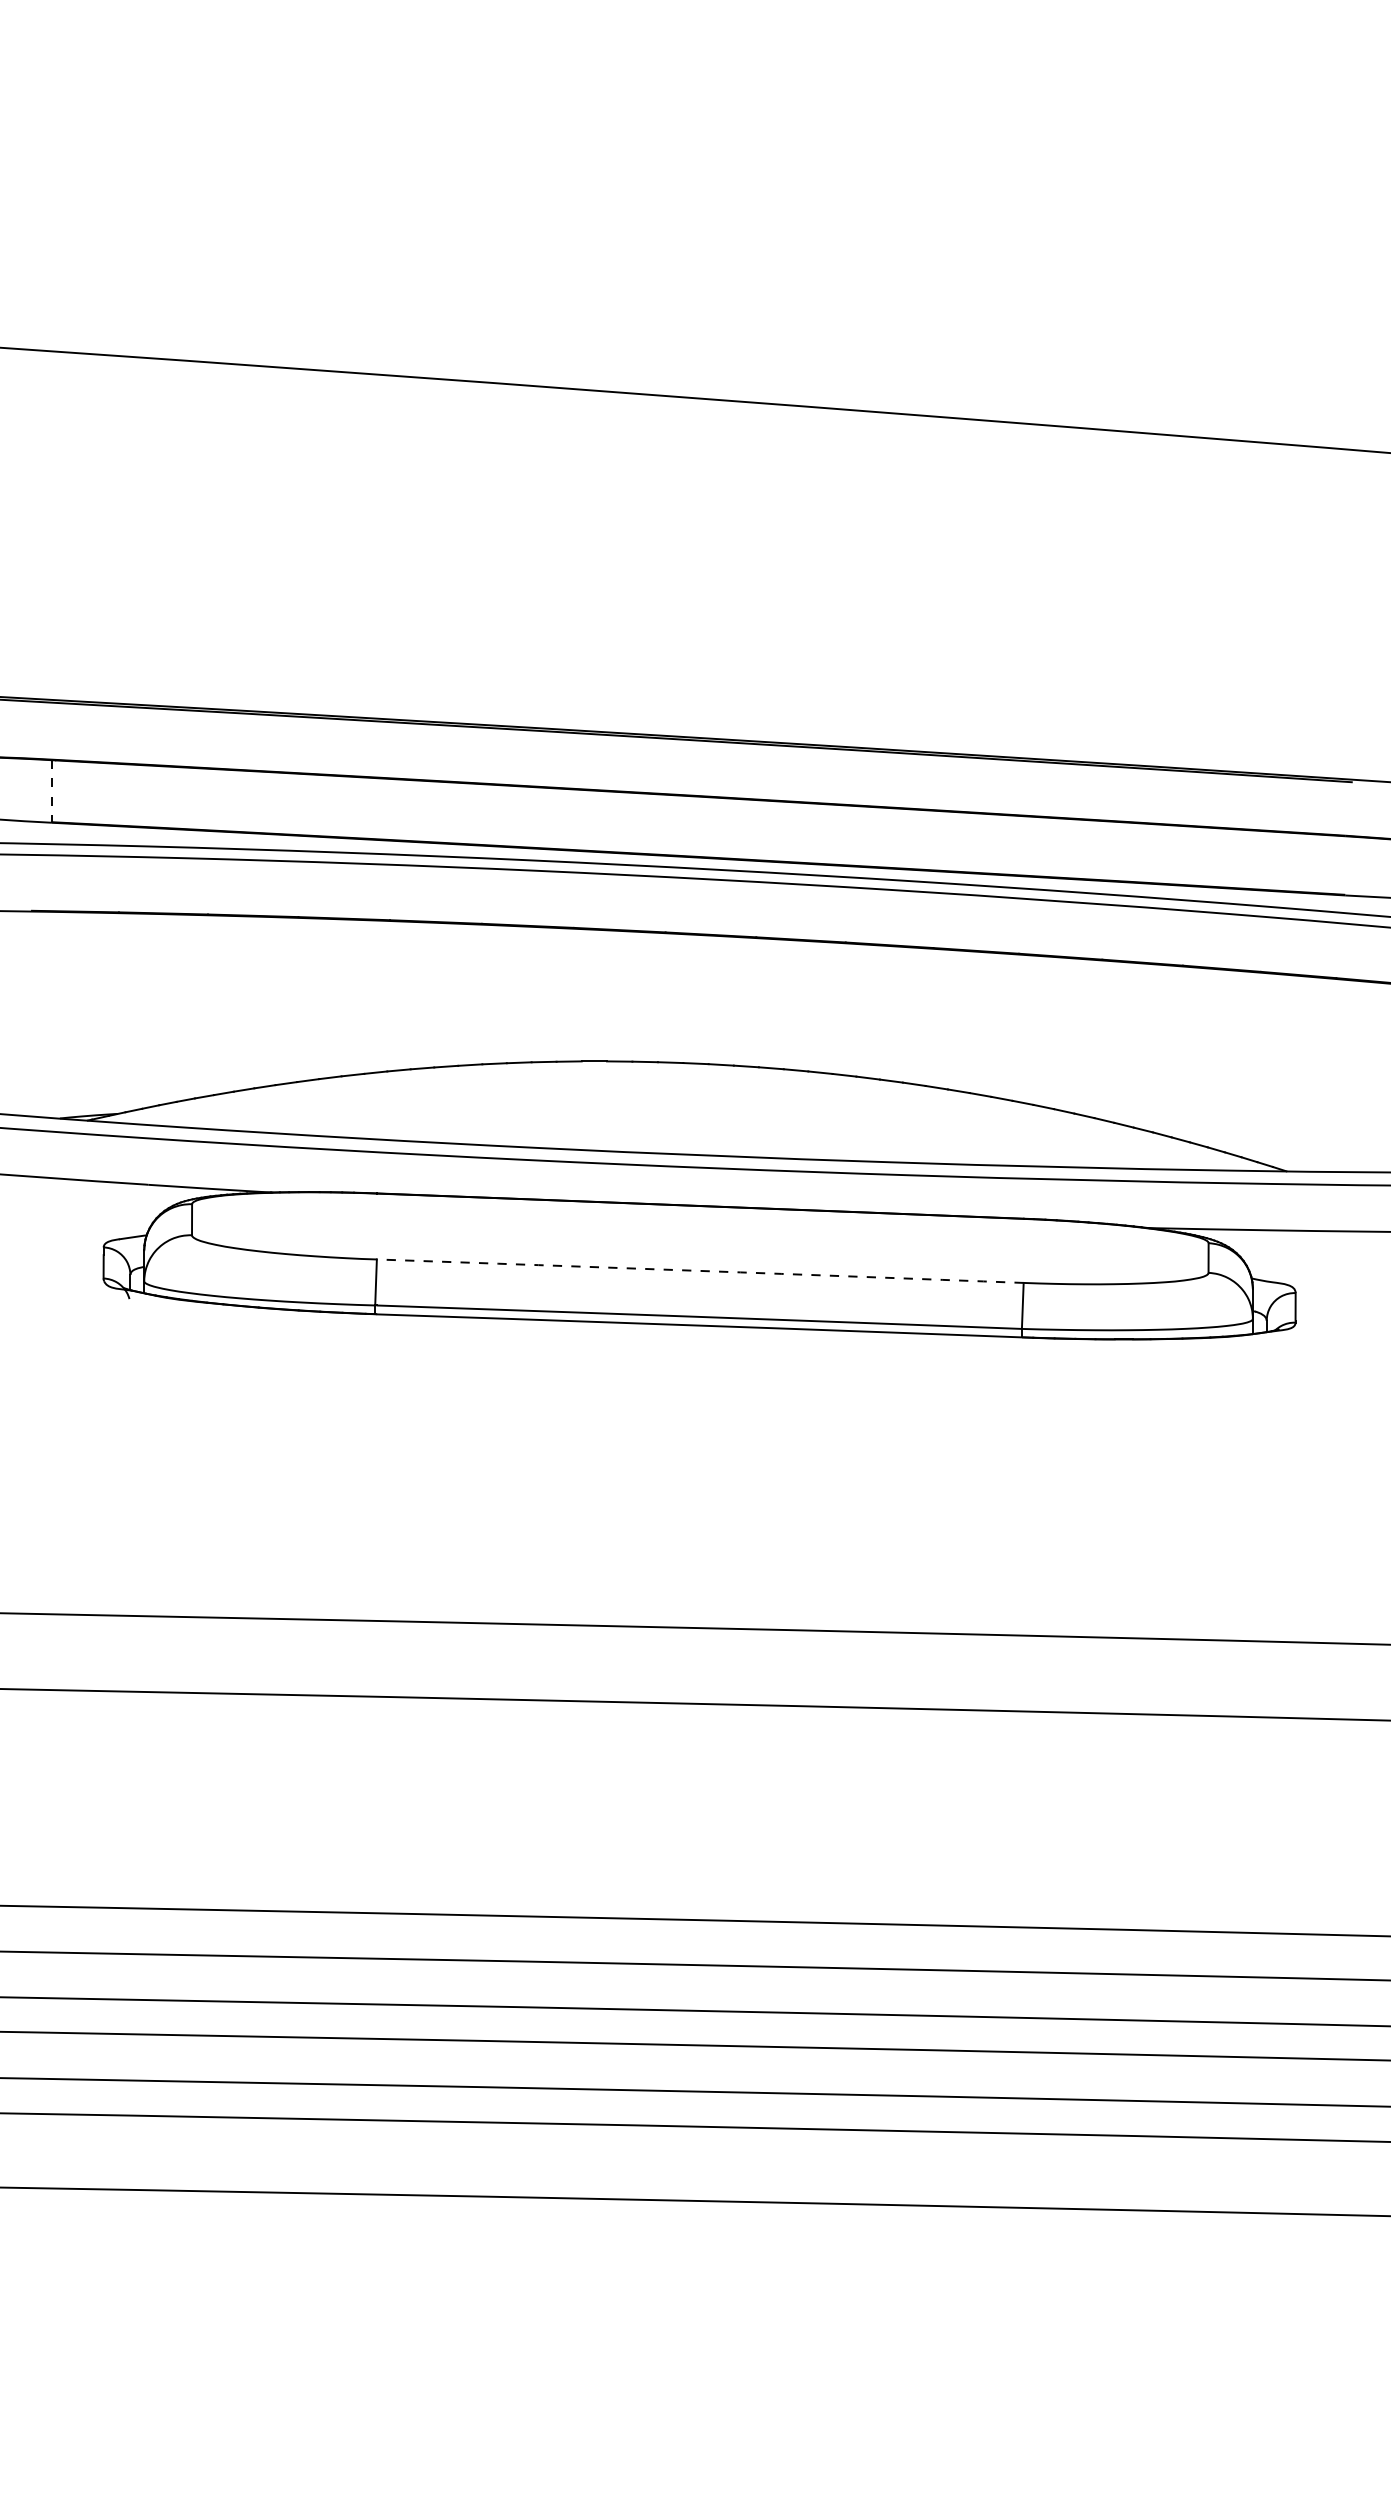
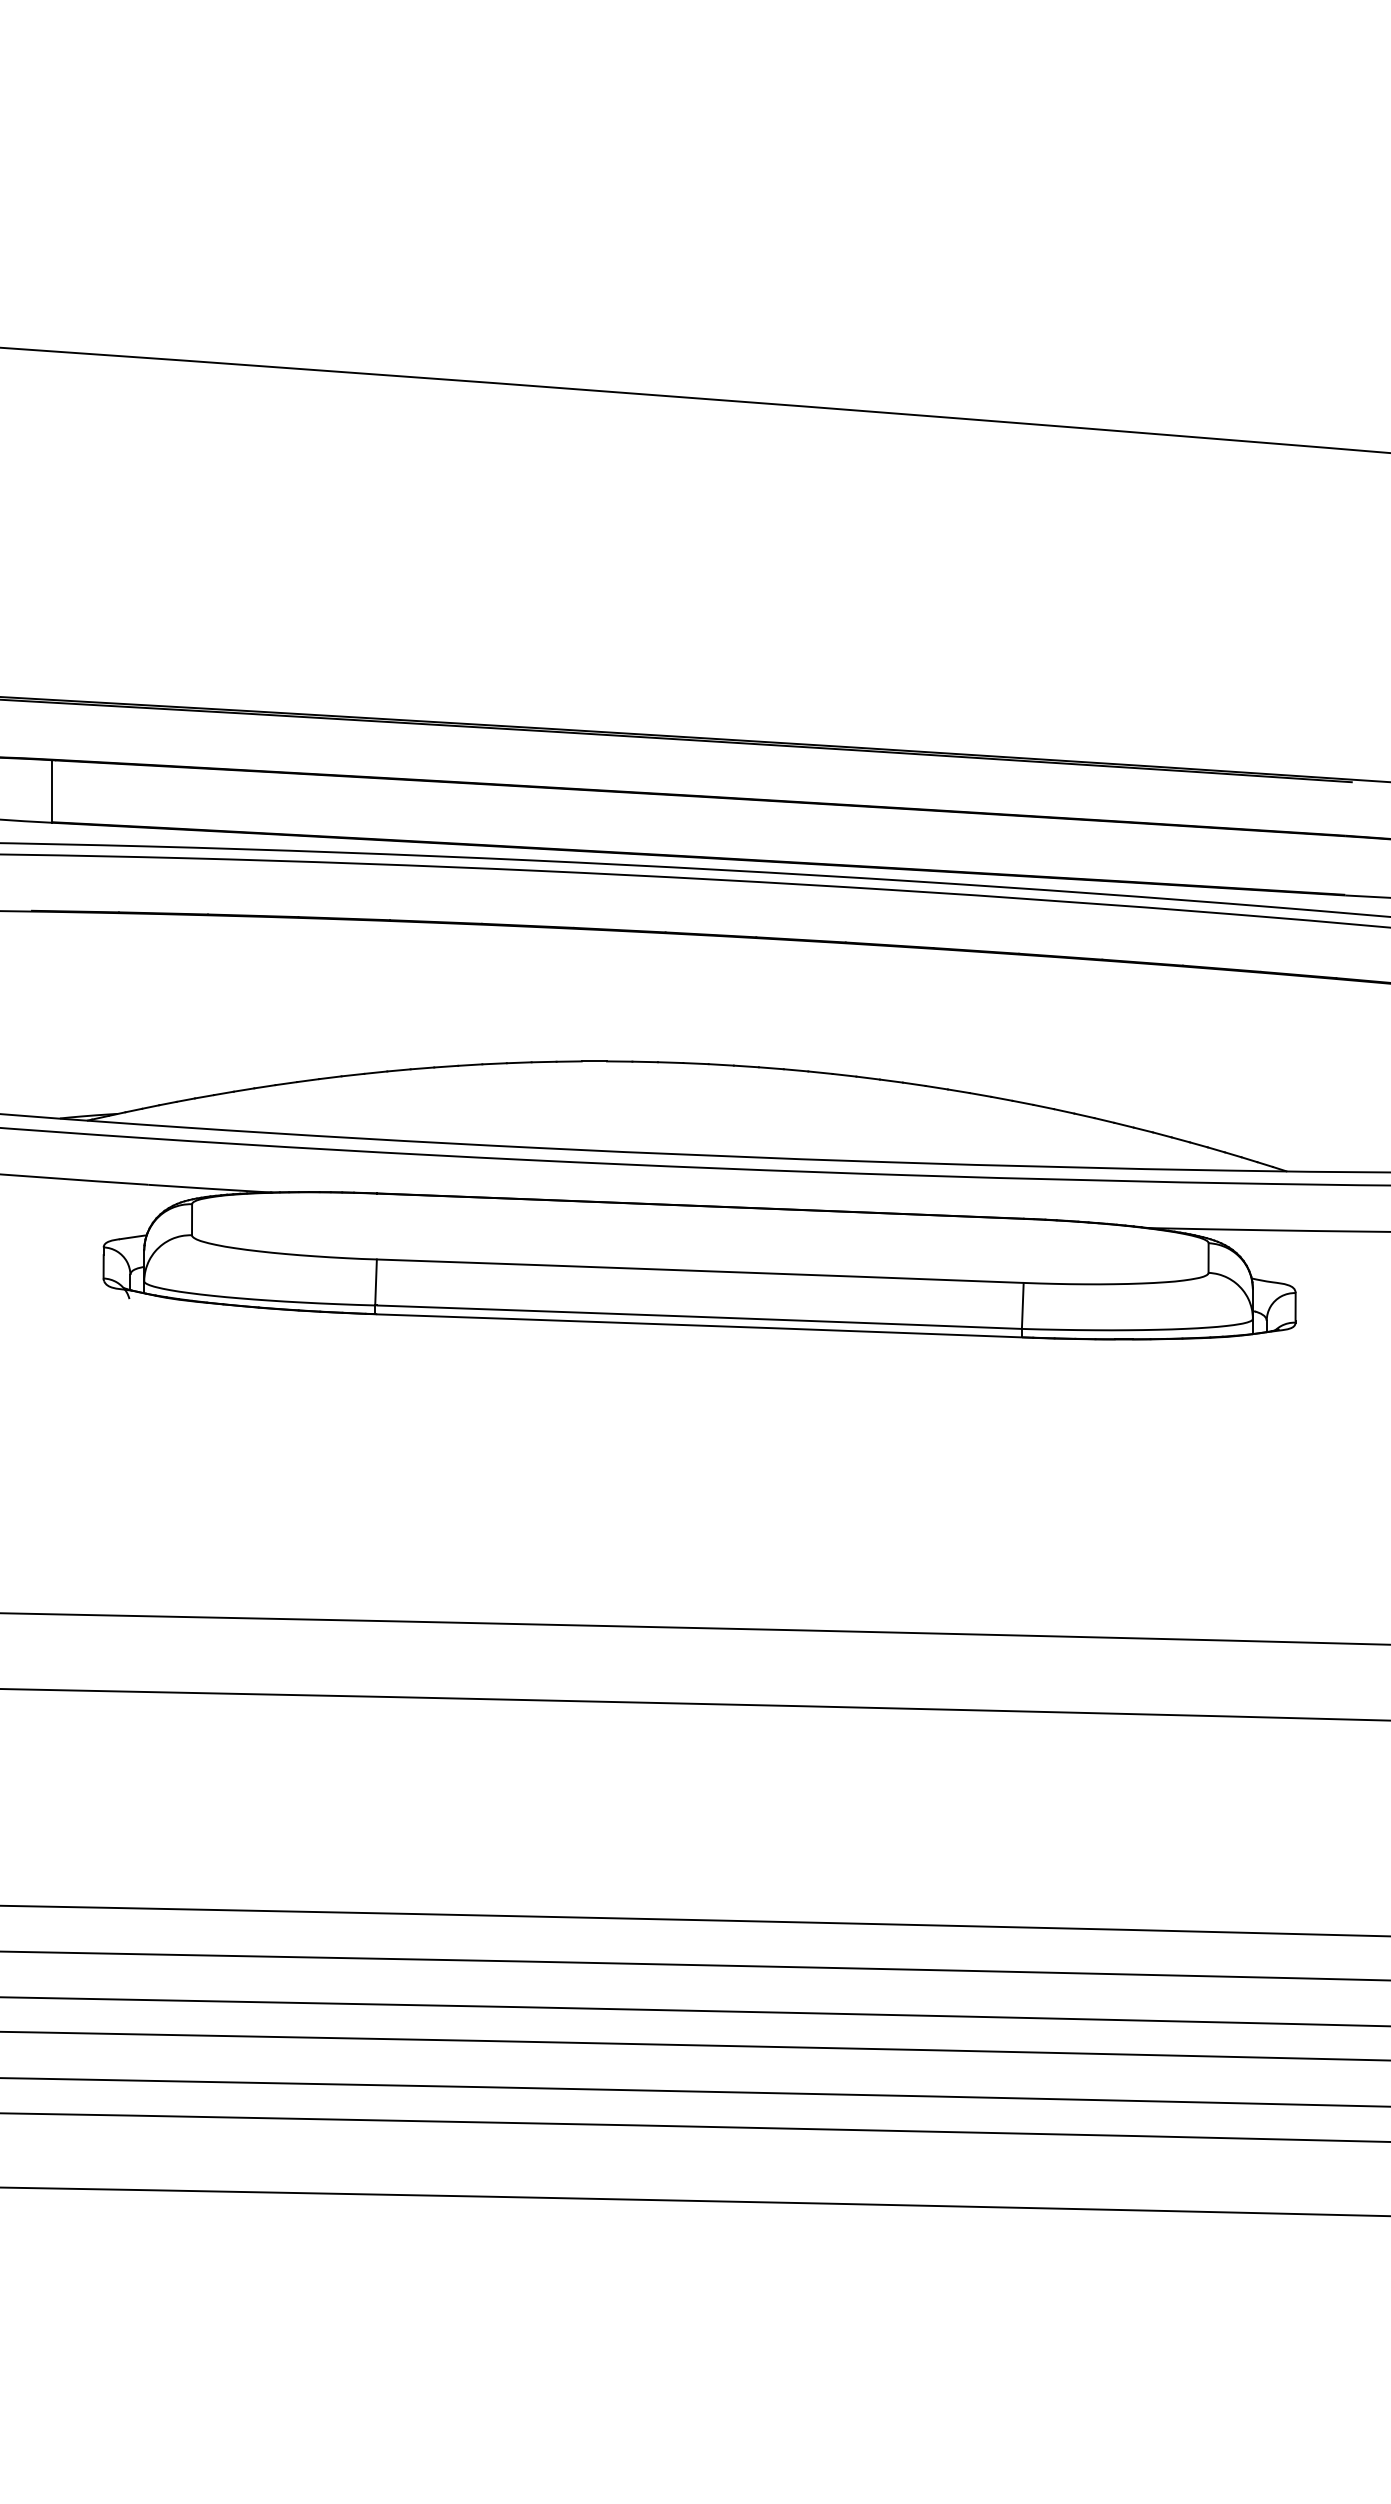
line at (51, 791): dashed -> solid
arc at (700, 1270): dashed -> solid
